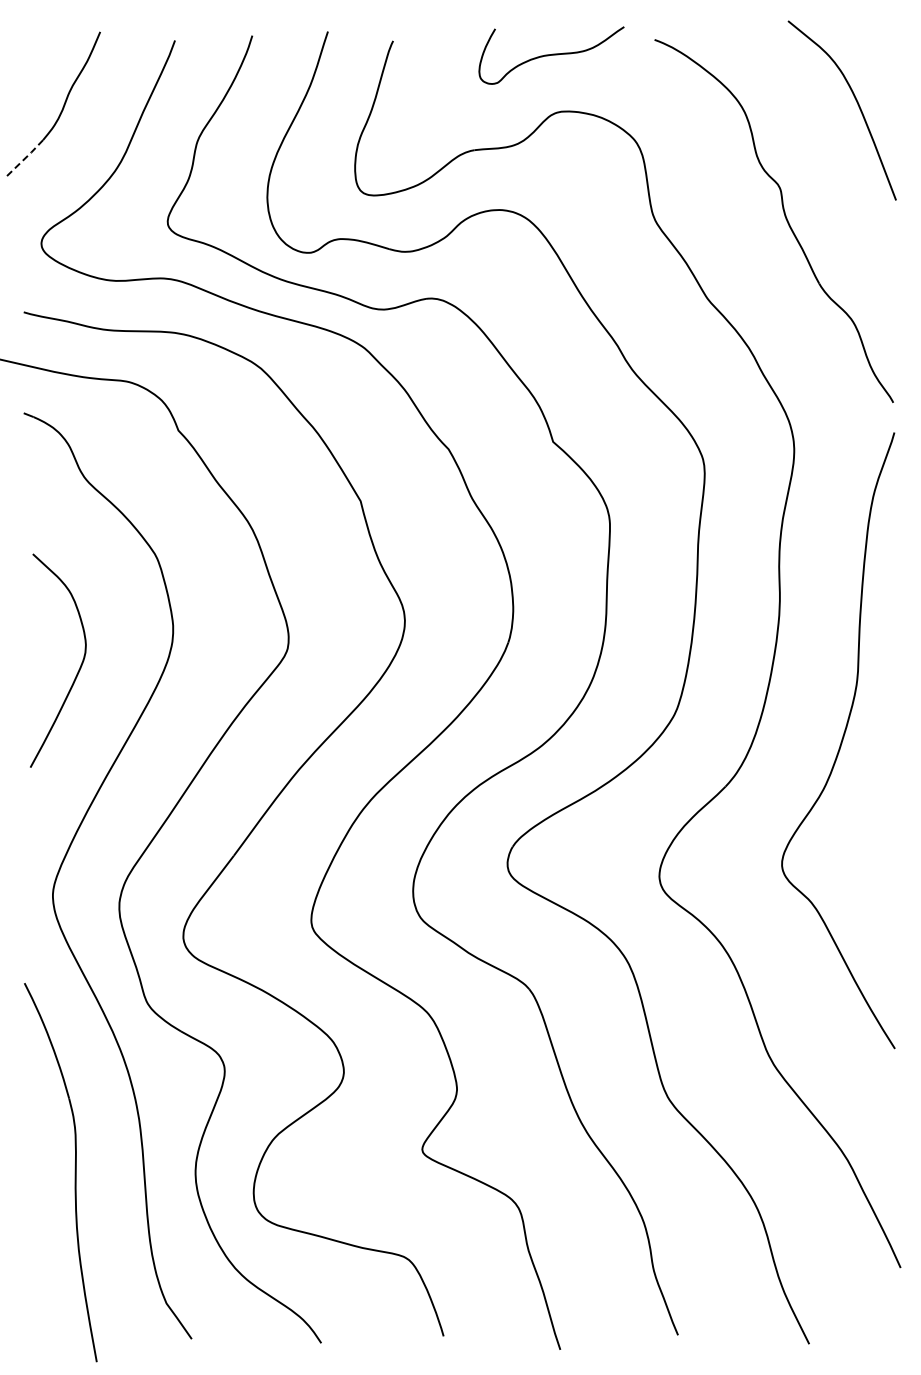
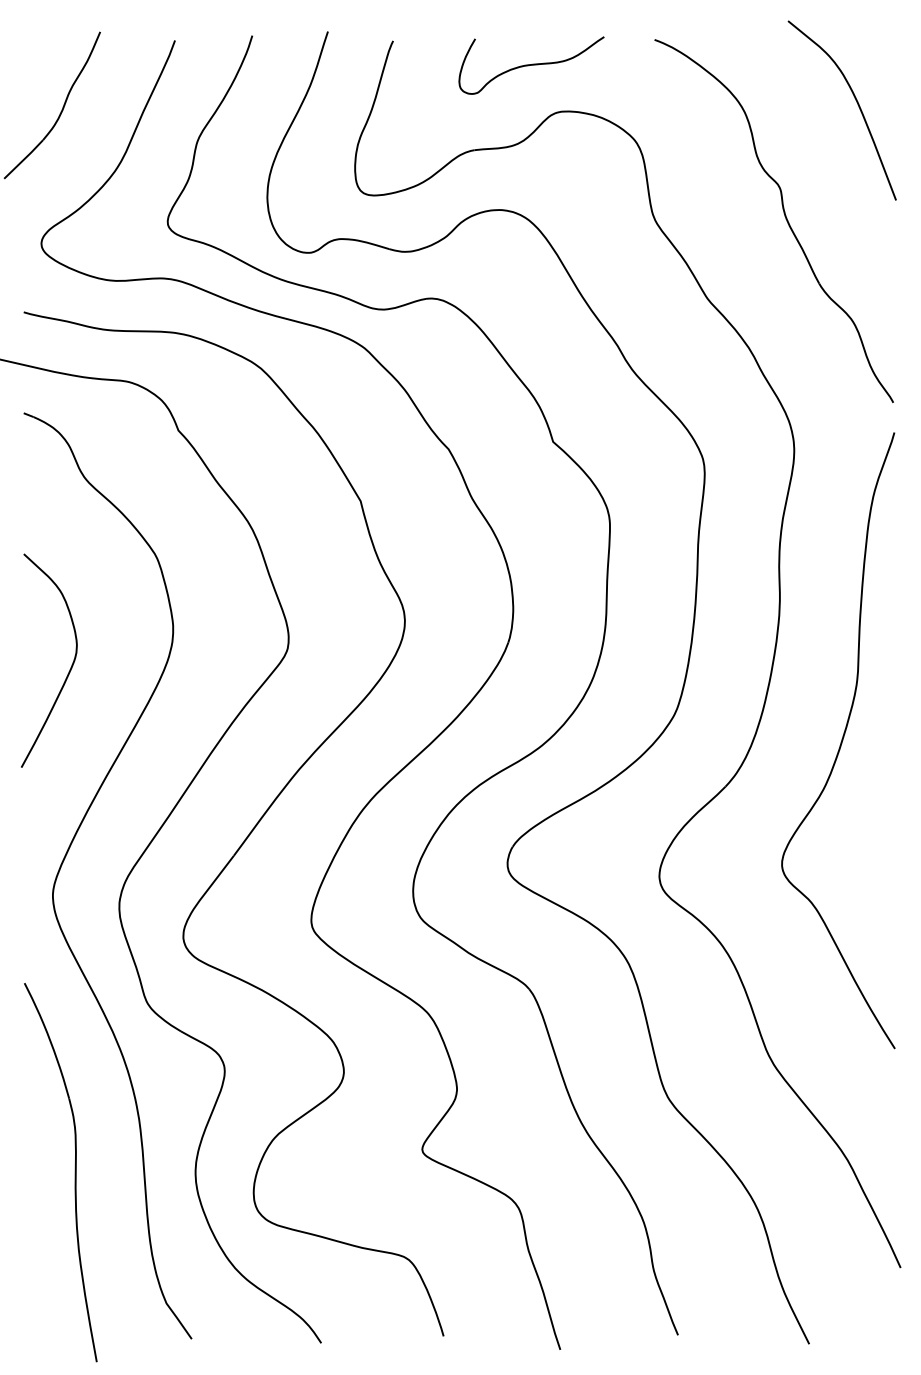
curve at (551, 55) position: (551, 55) -> (531, 65)
line at (24, 159): dashed -> solid
curve at (78, 669) position: (78, 669) -> (69, 669)
